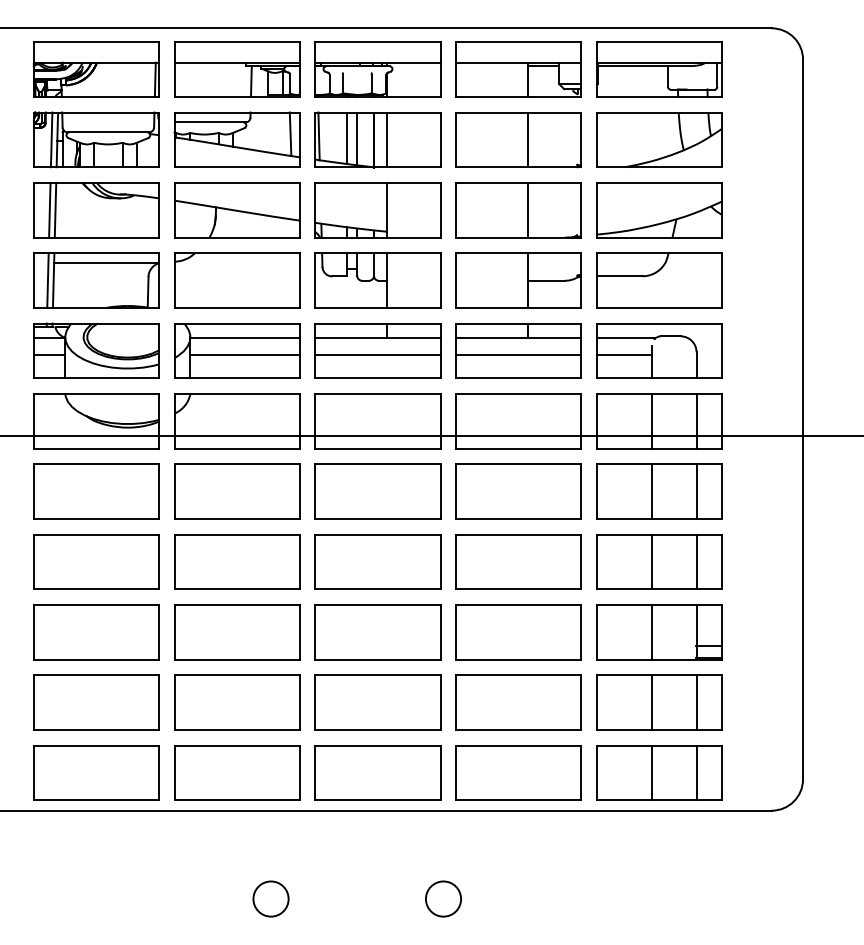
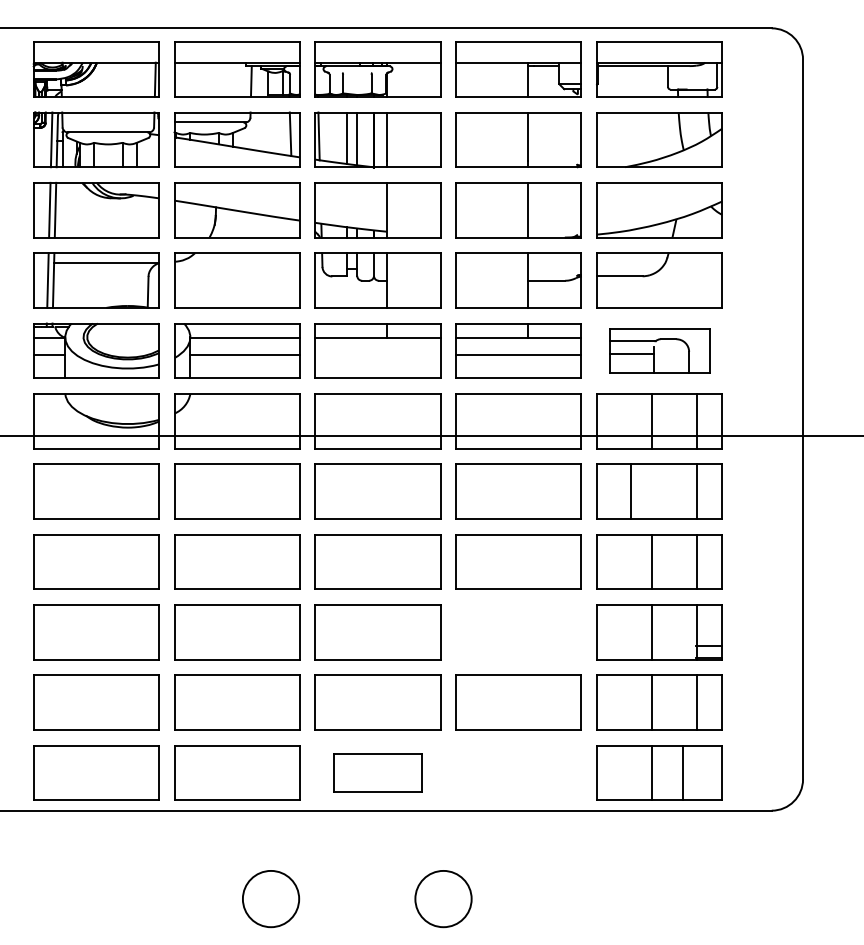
part at (659, 350) size: 127x56 px -> 102x46 px
line at (377, 355): present -> none
line at (652, 491) position: (652, 491) -> (631, 491)
part at (518, 632): present -> none
part at (377, 772) size: 128x56 px -> 90x40 px
part at (518, 772): present -> none
line at (696, 772) position: (696, 772) -> (682, 772)
circle at (270, 898) diameter: 35 px -> 56 px
circle at (443, 898) diameter: 35 px -> 56 px
